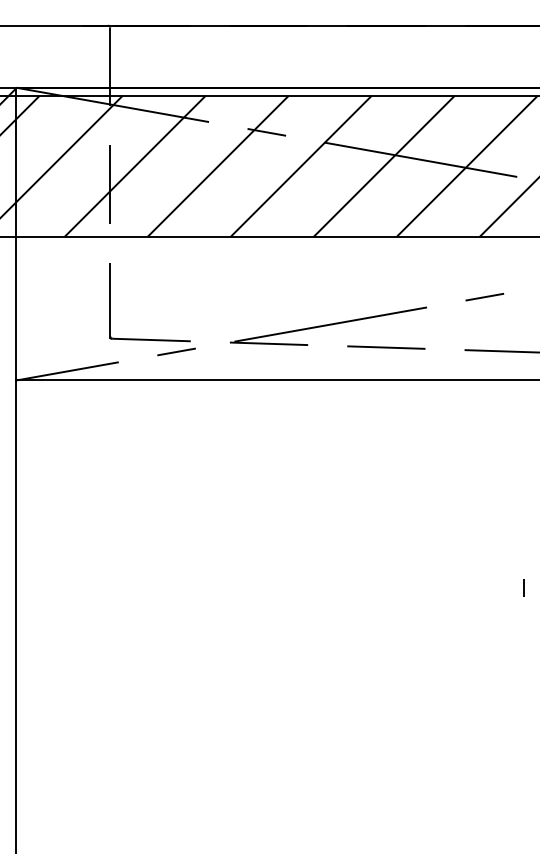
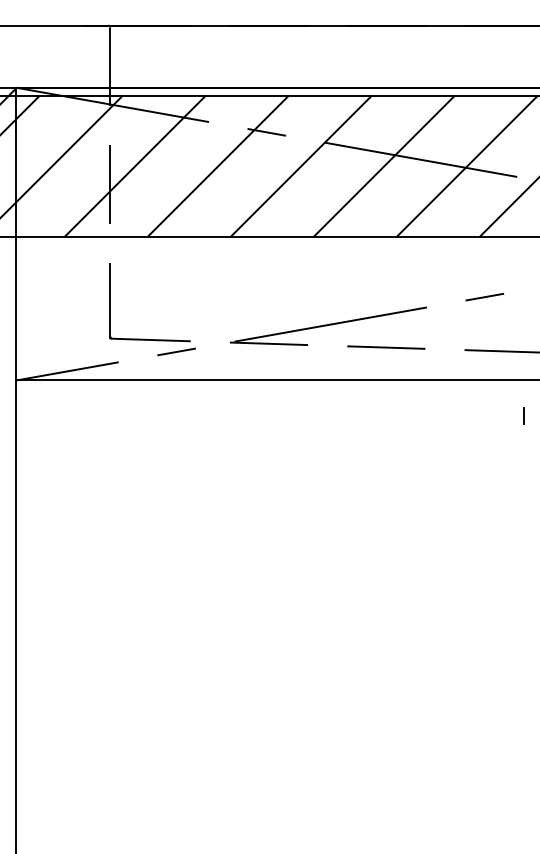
line at (523, 587) position: (523, 587) -> (523, 415)
